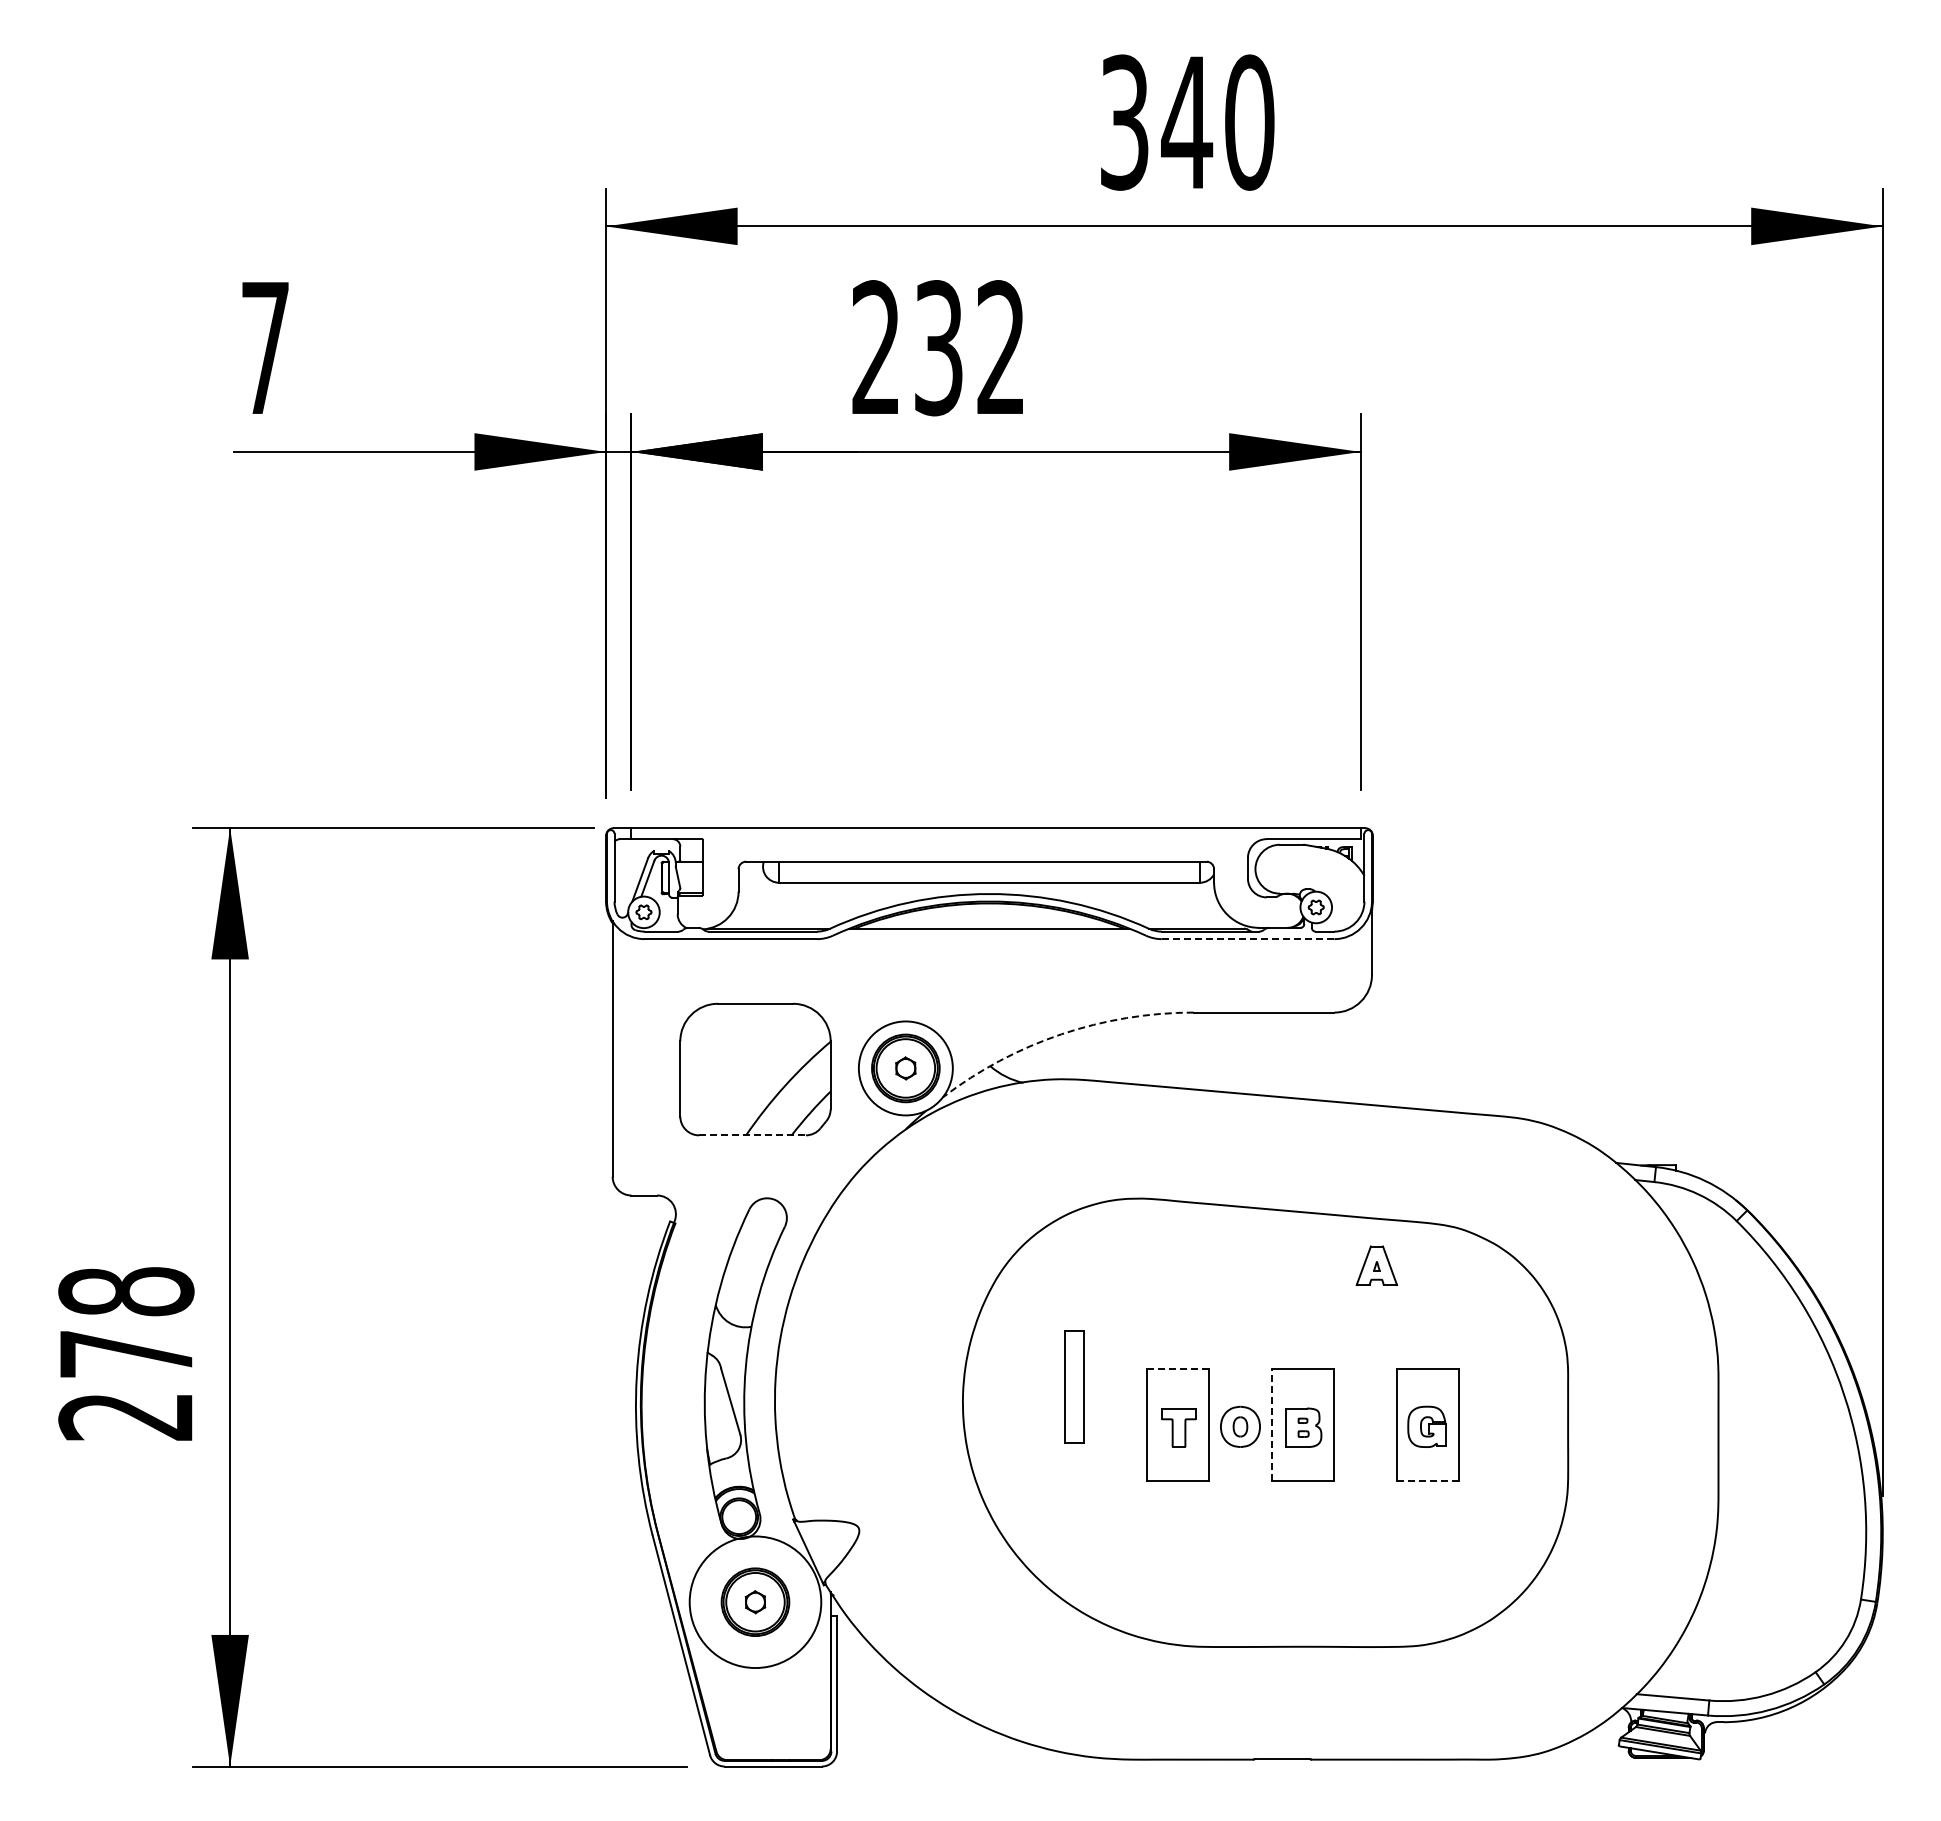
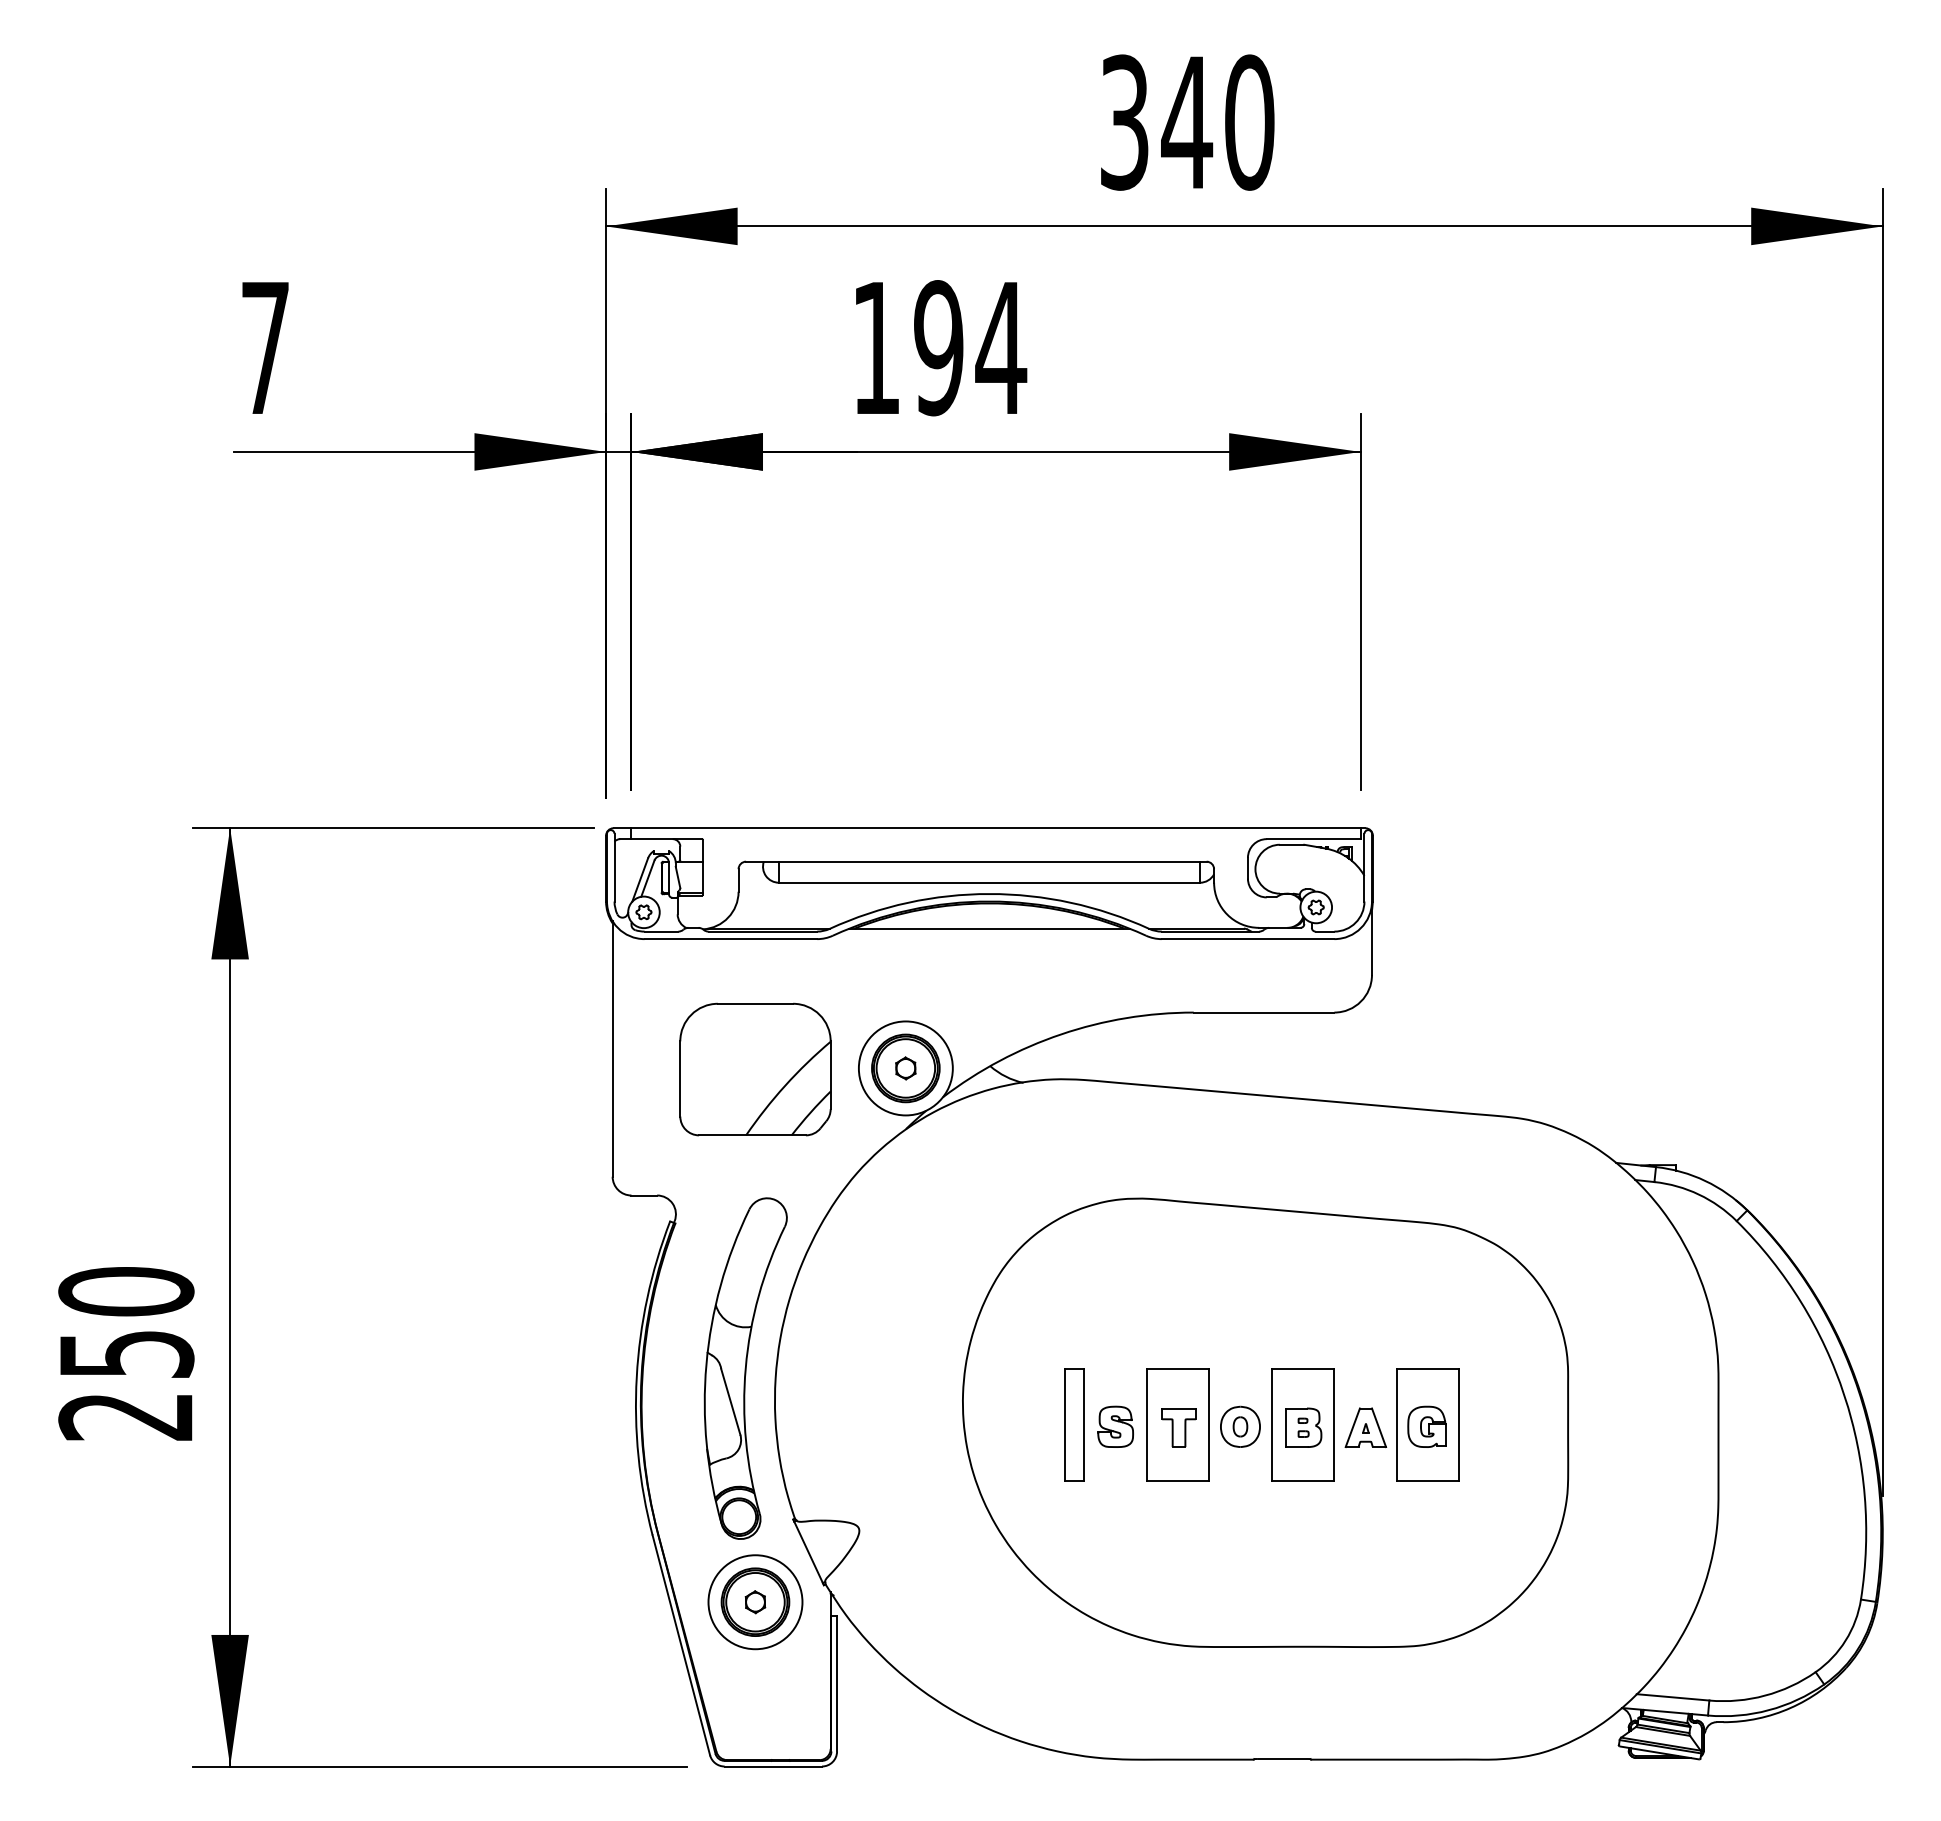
text at (939, 348): 232 -> 194
line at (1248, 939): dashed -> solid
arc at (1061, 1034): dashed -> solid
line at (753, 1135): dashed -> solid
part at (1376, 1265) position: (1376, 1265) -> (1365, 1427)
text at (126, 1322): 278 -> 250
line at (1178, 1369): dashed -> solid
part at (1074, 1386) position: (1074, 1386) -> (1074, 1424)
line at (1271, 1425): dashed -> solid
part at (1115, 1426): none -> present
line at (1427, 1481): dashed -> solid
circle at (755, 1602) diameter: 132 px -> 94 px
